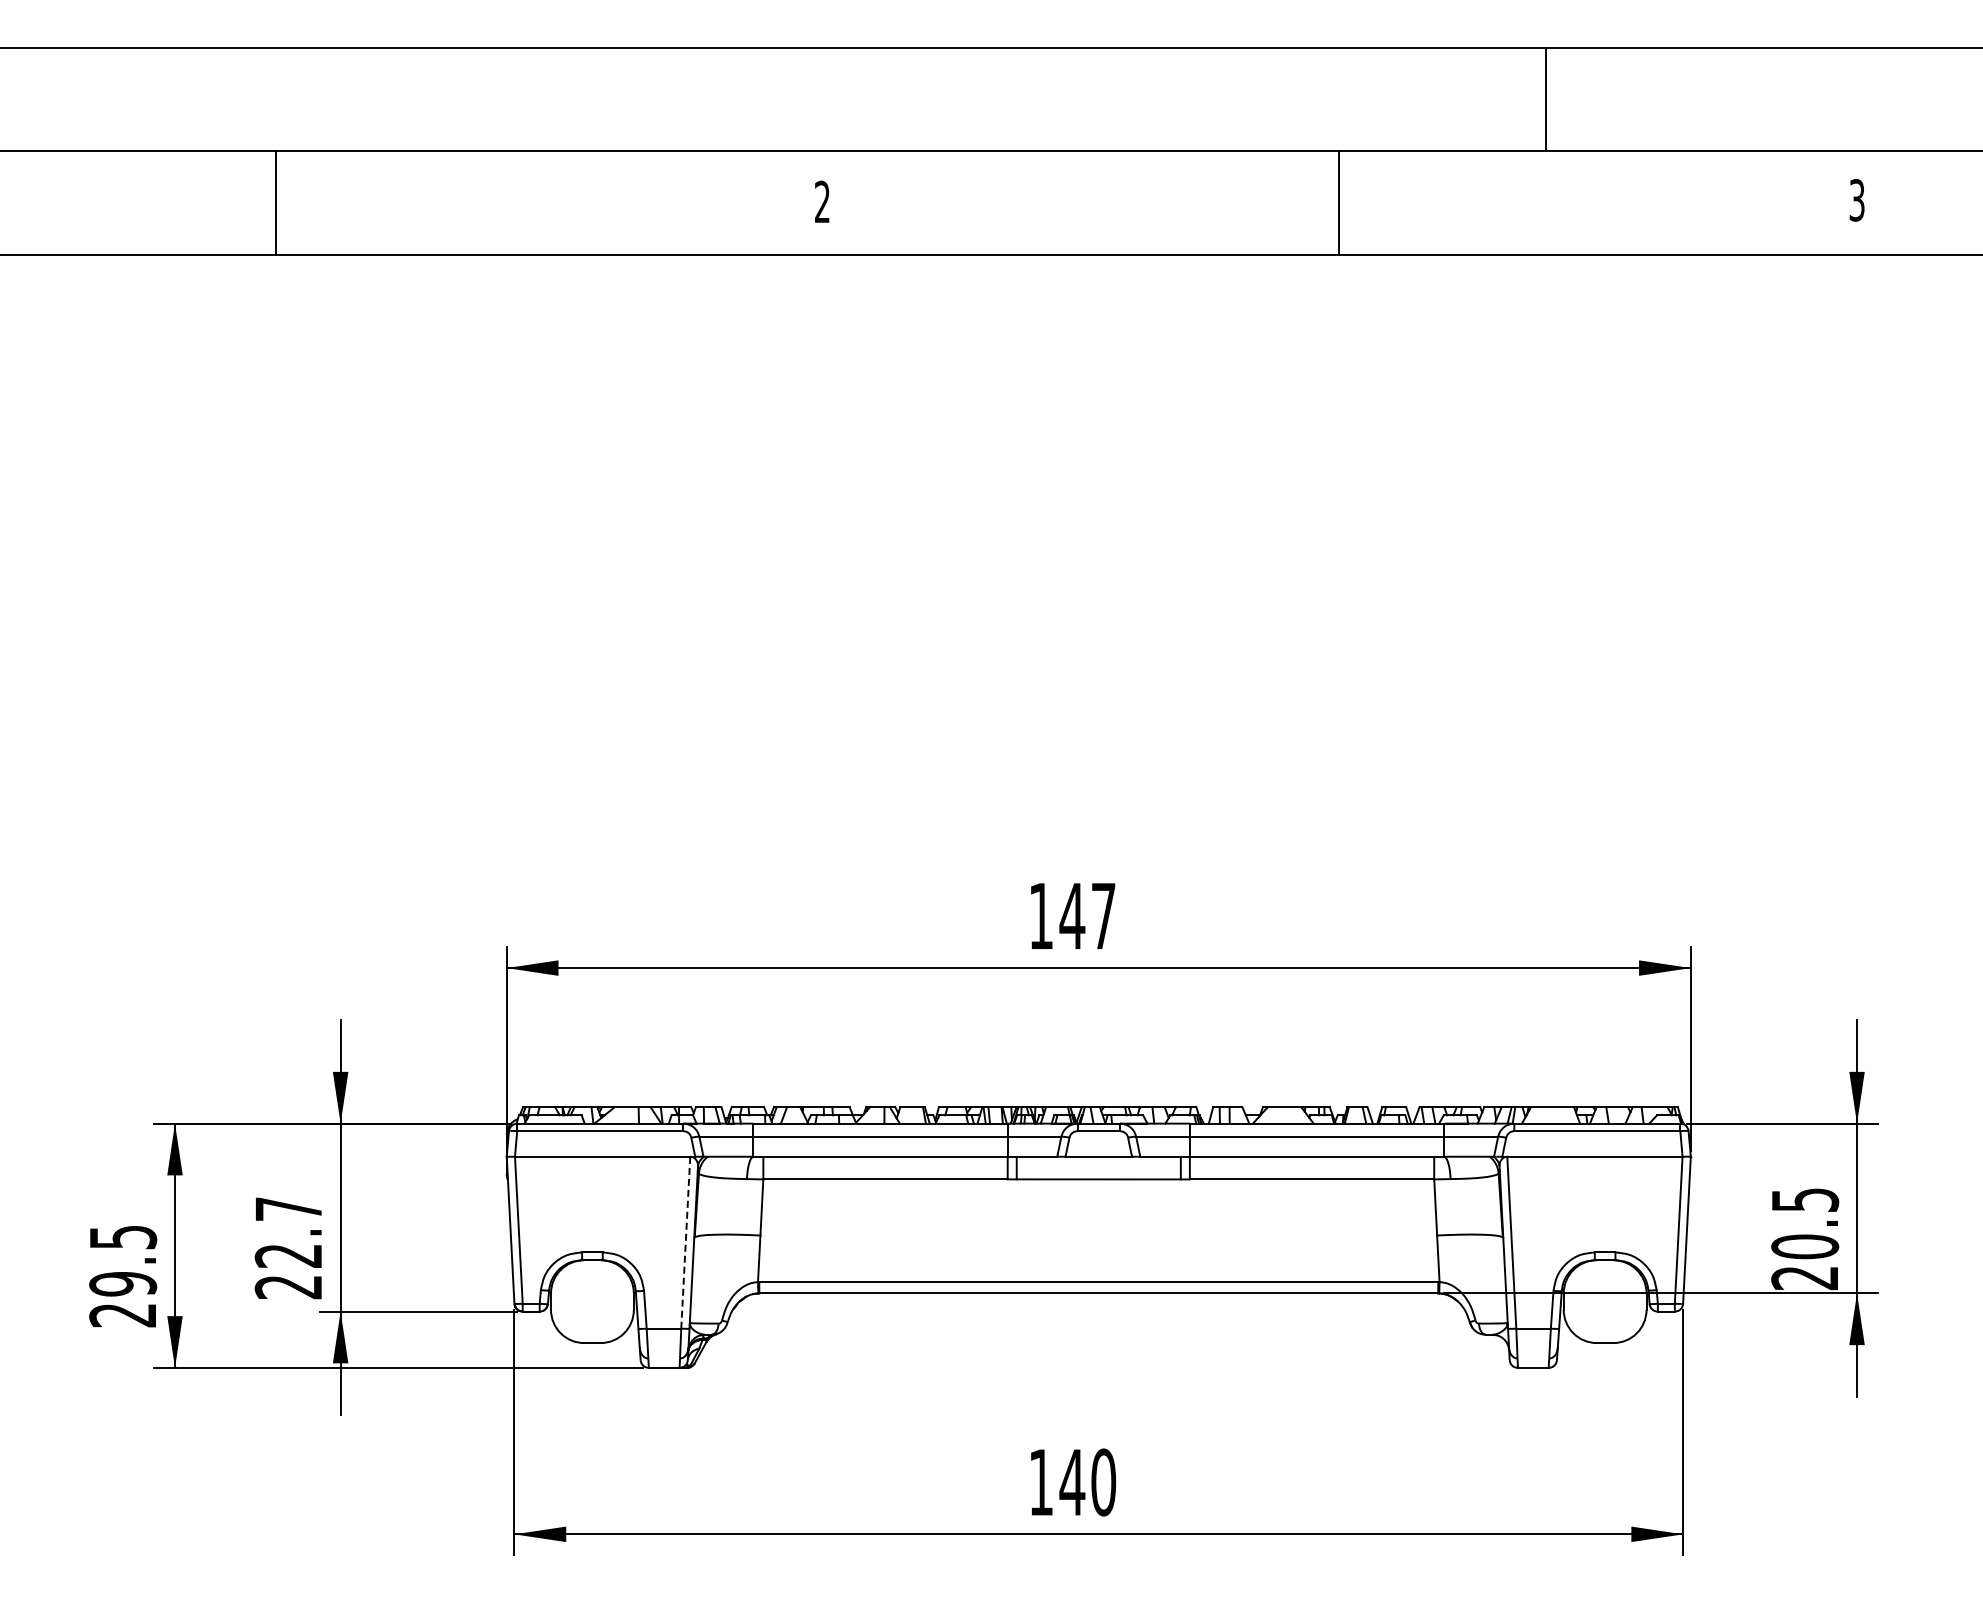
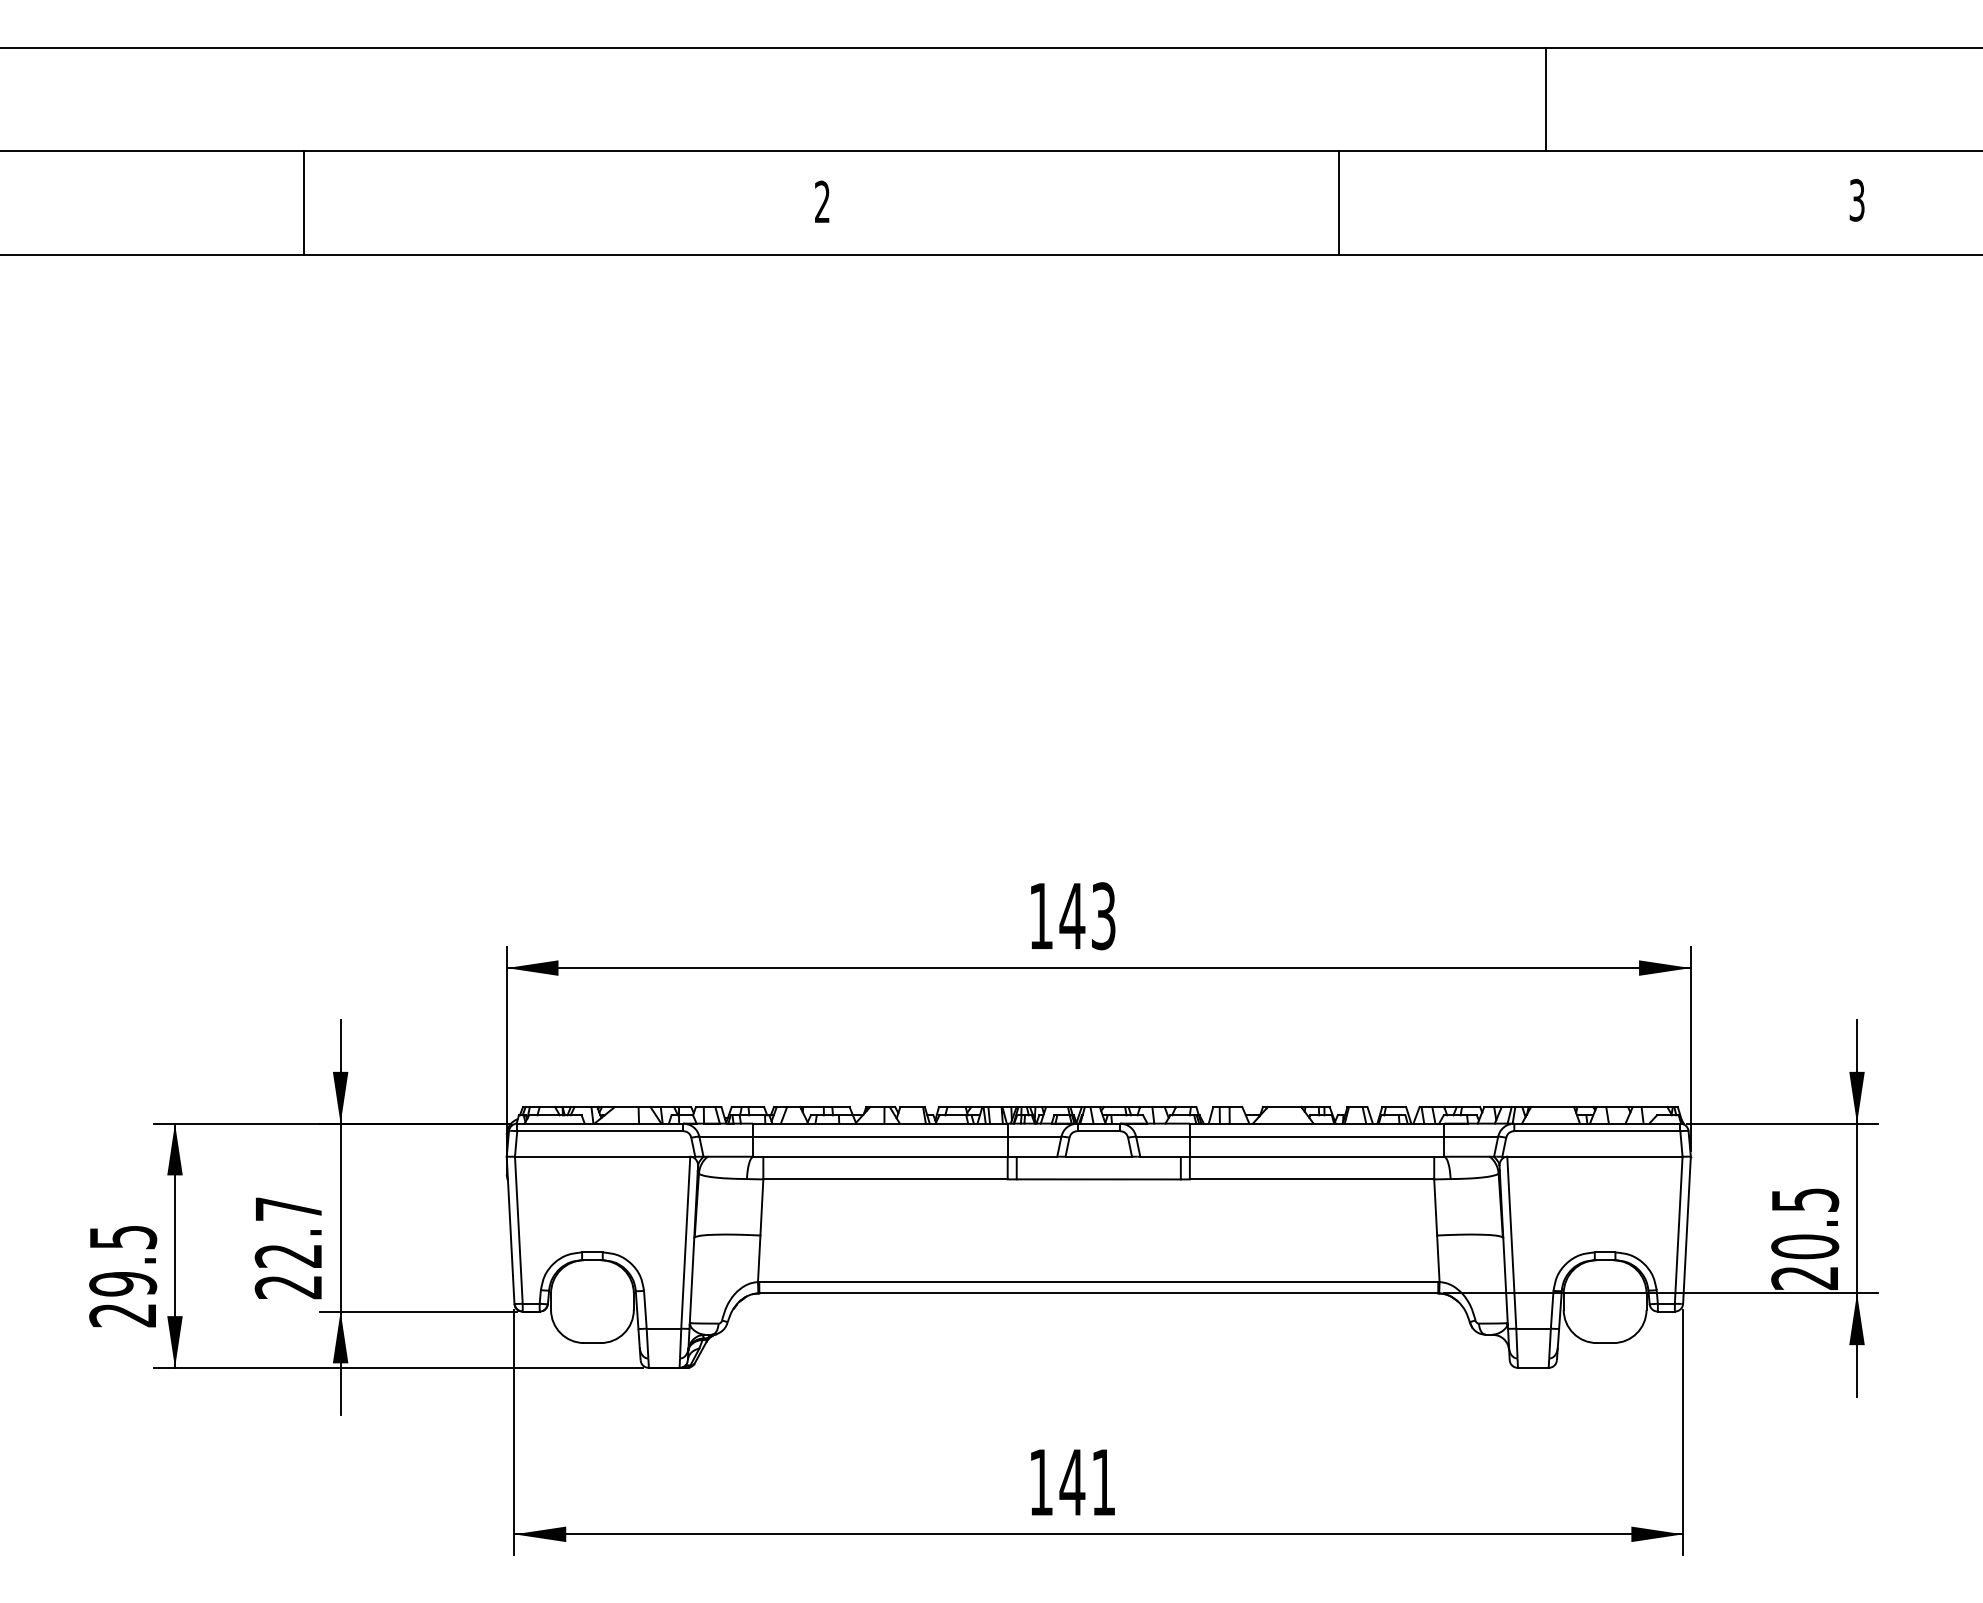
line at (276, 202) position: (276, 202) -> (304, 202)
text at (1103, 916): 147 -> 143
line at (685, 1242): dashed -> solid
text at (1103, 1482): 140 -> 141
